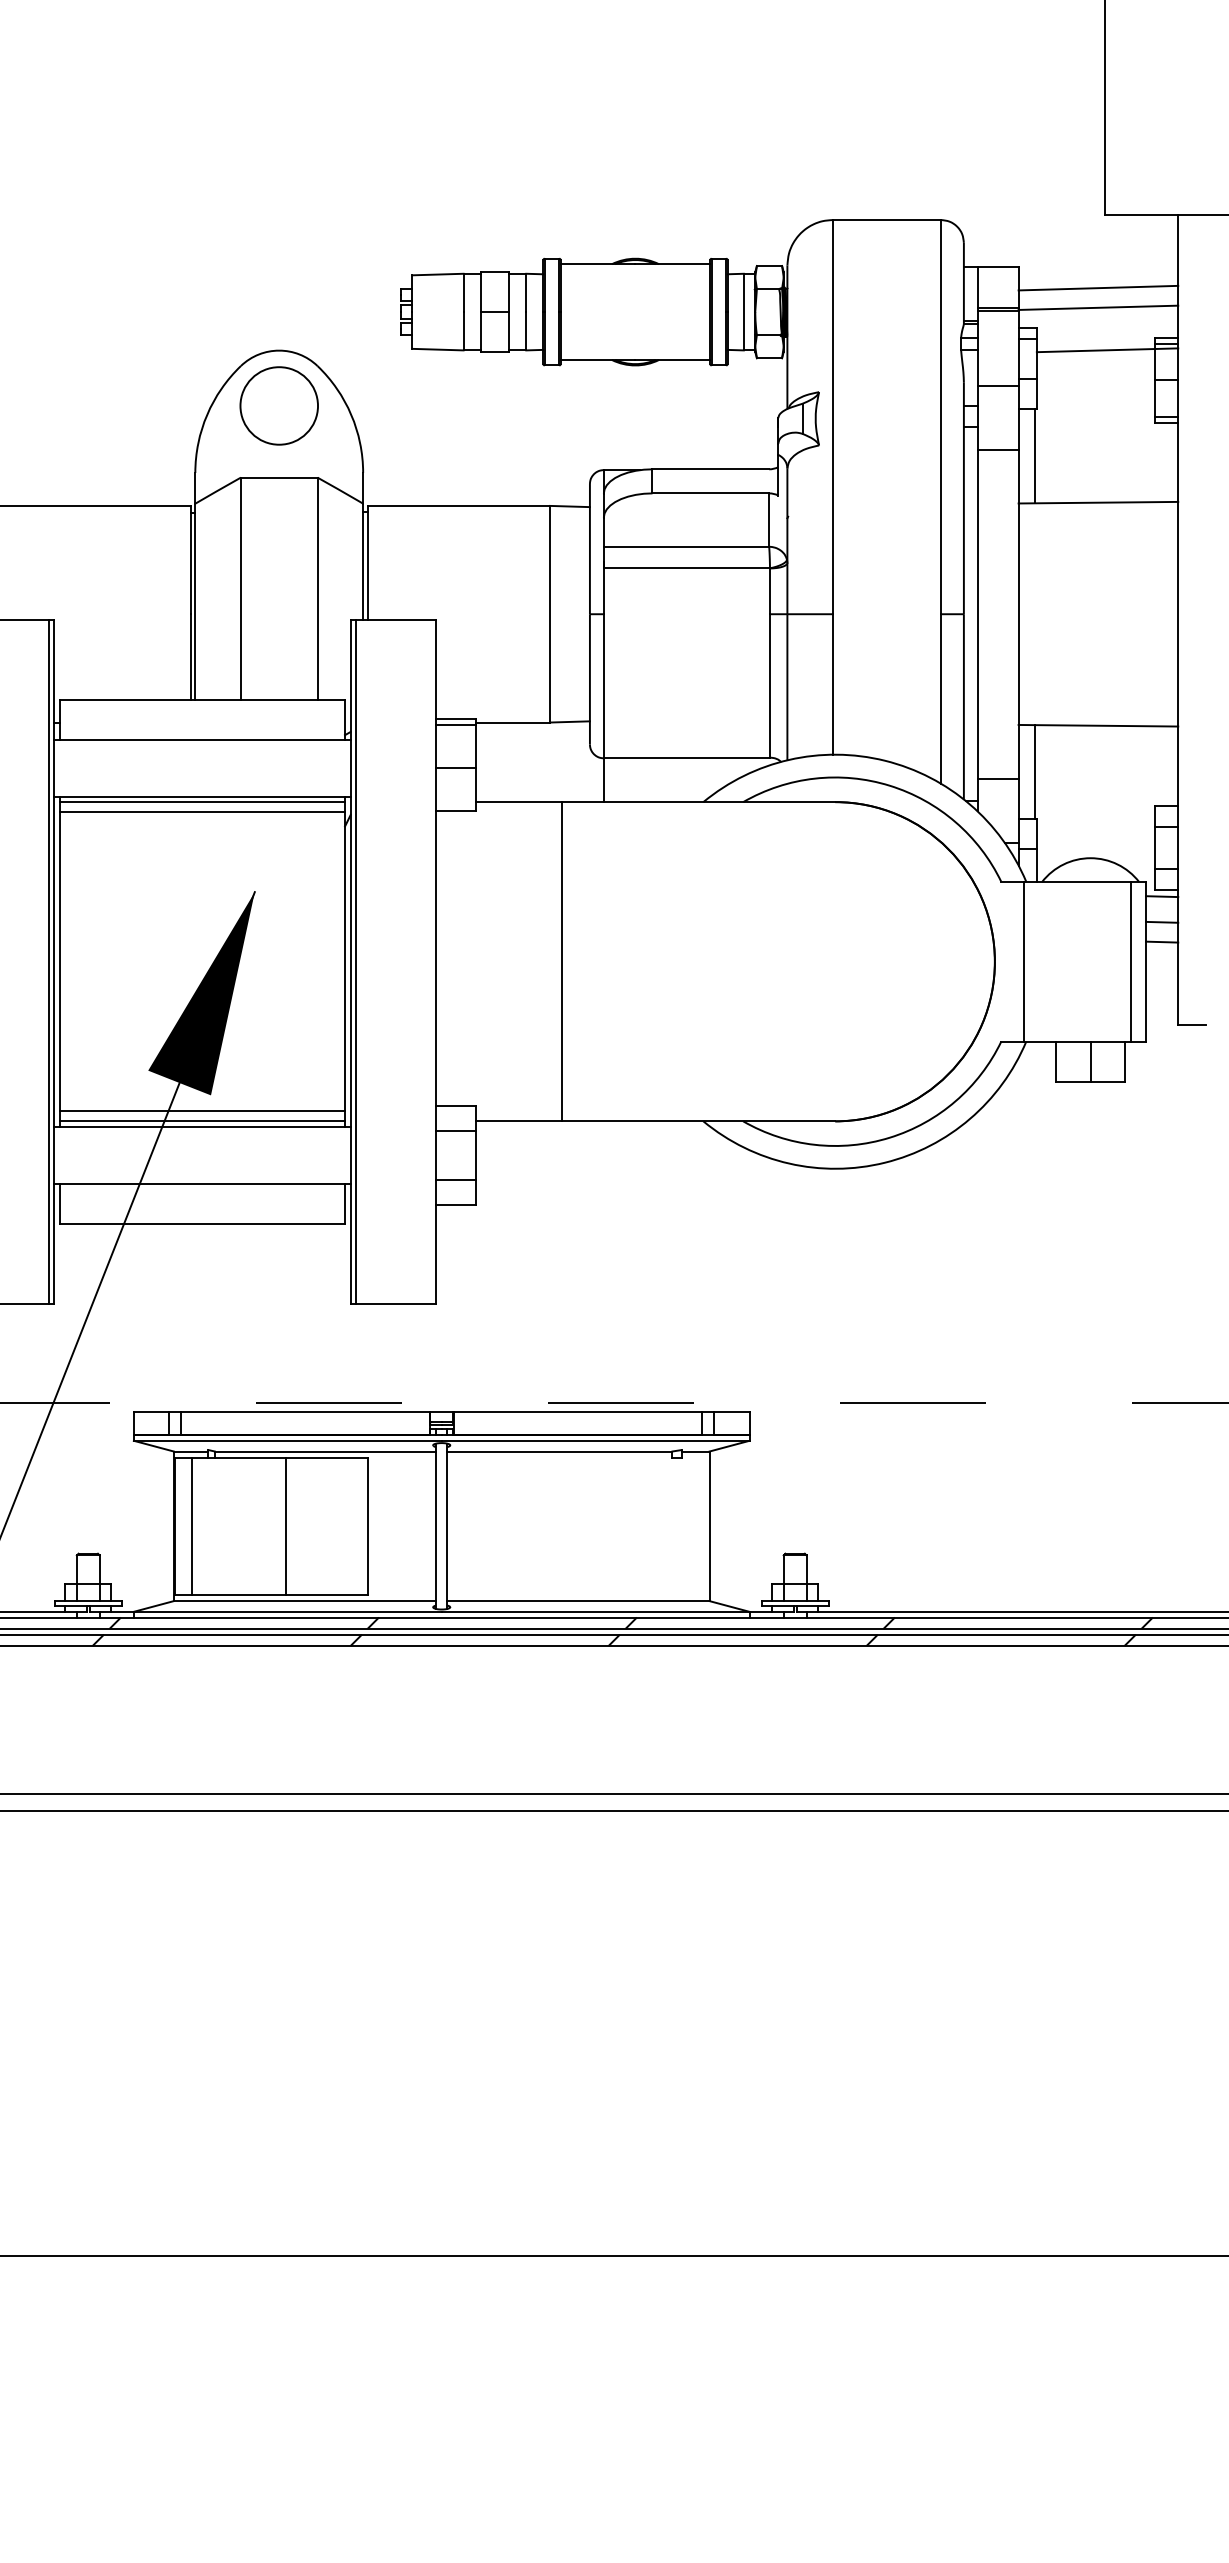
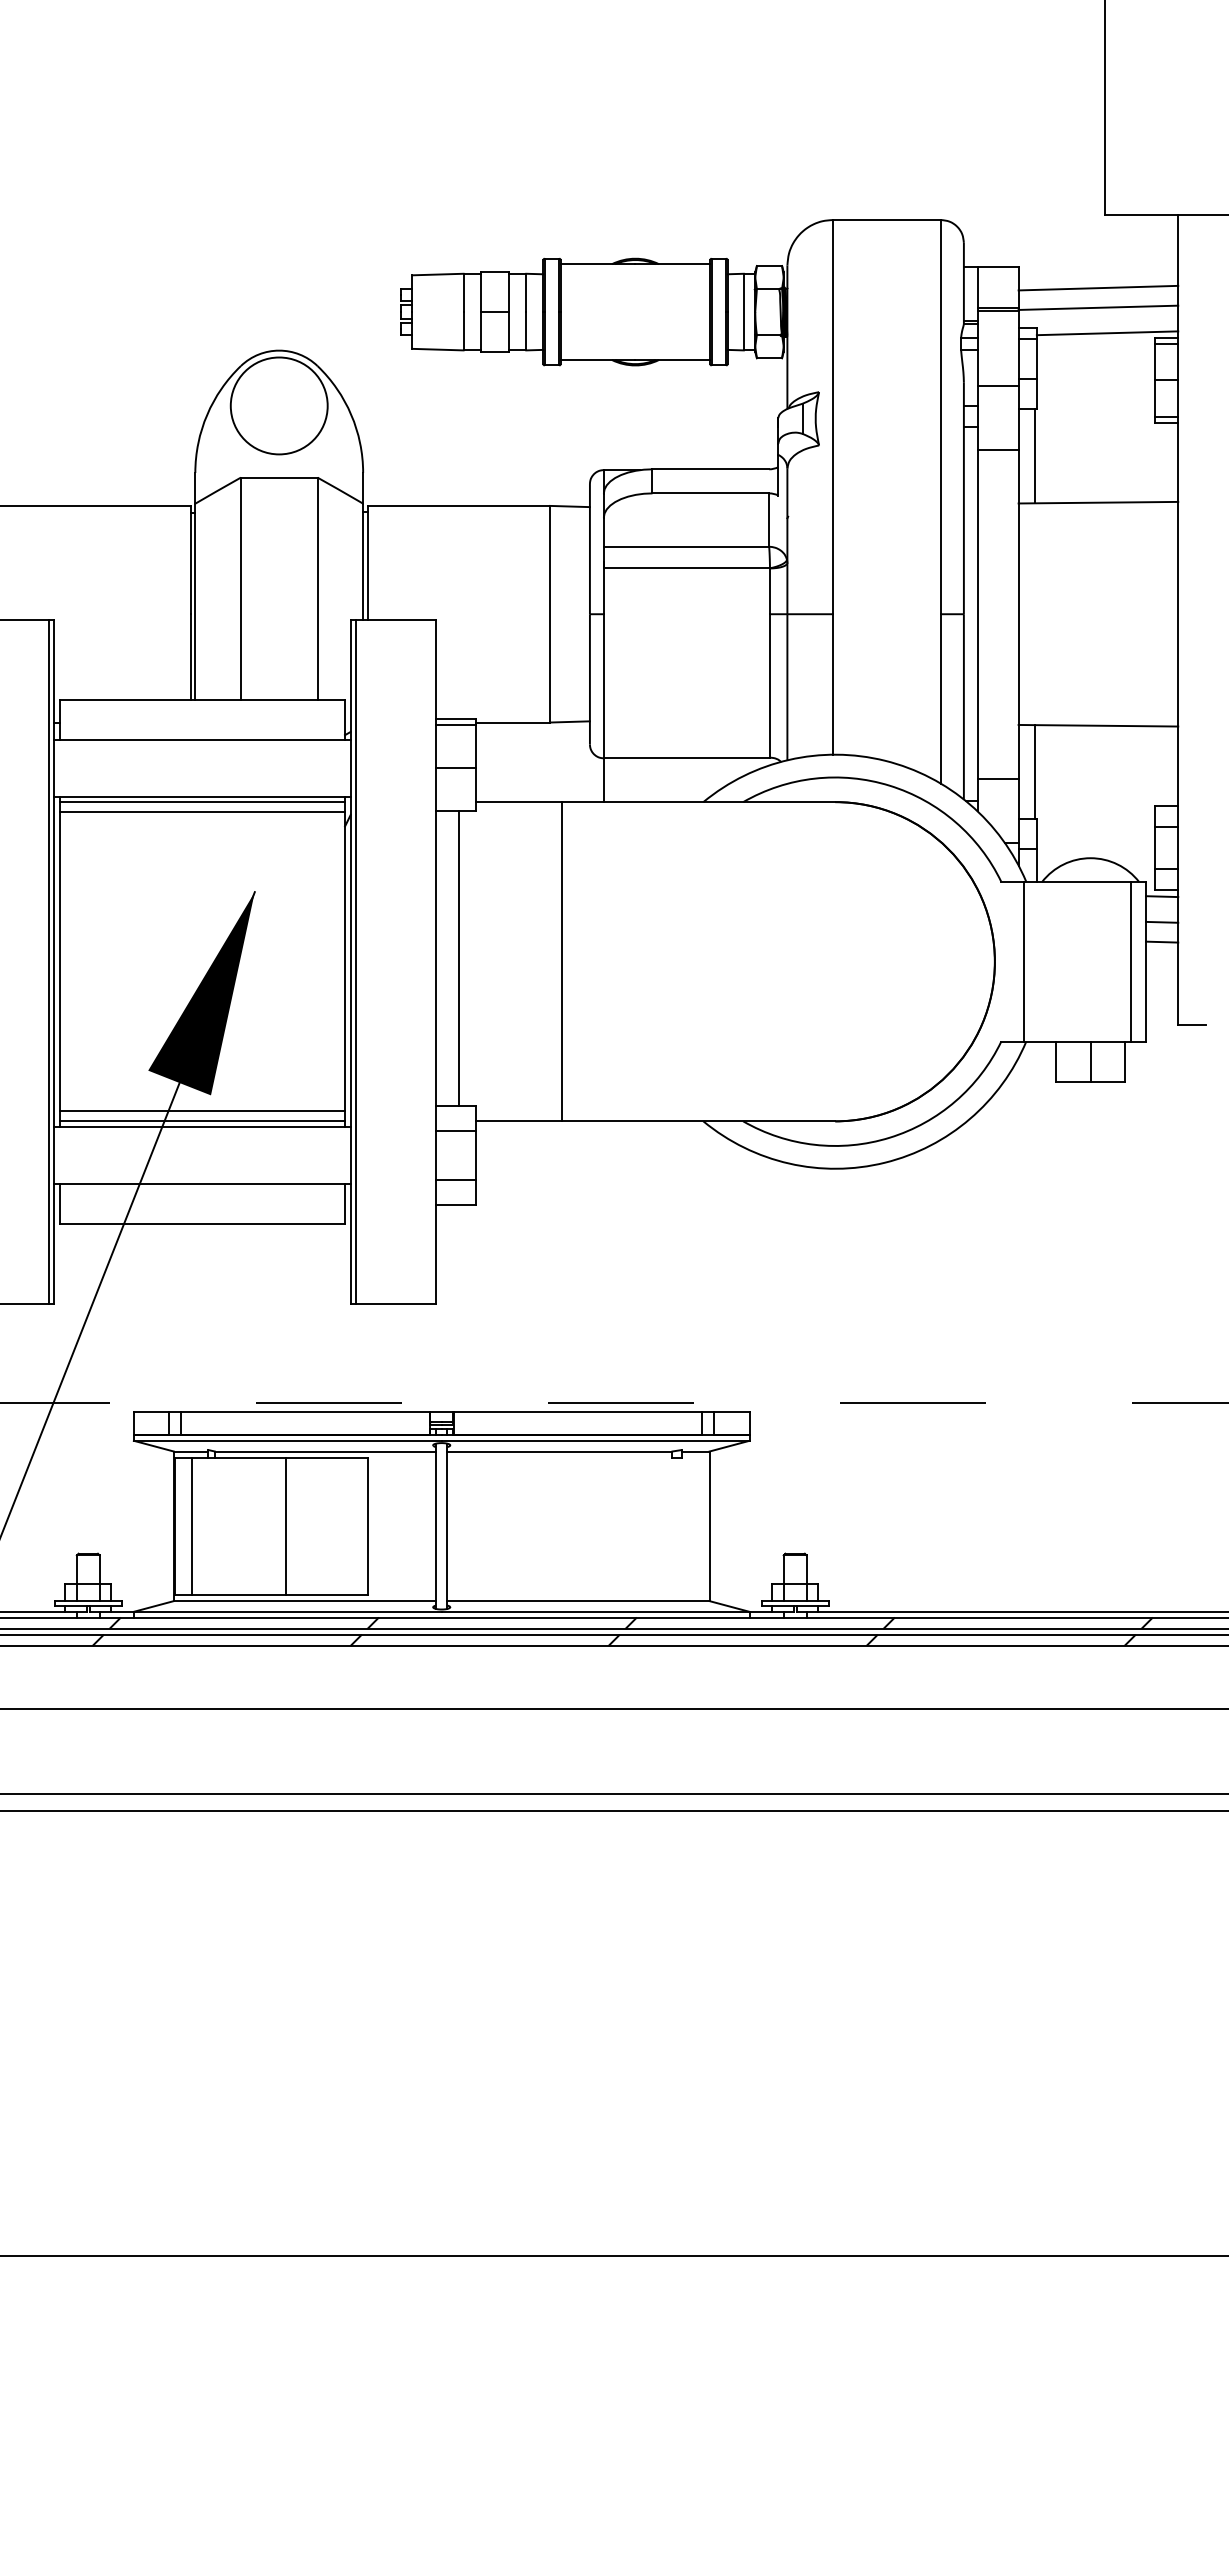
line at (1107, 350) position: (1107, 350) -> (1107, 333)
circle at (279, 405) diameter: 78 px -> 97 px
line at (459, 958): none -> present
line at (613, 1708): none -> present
